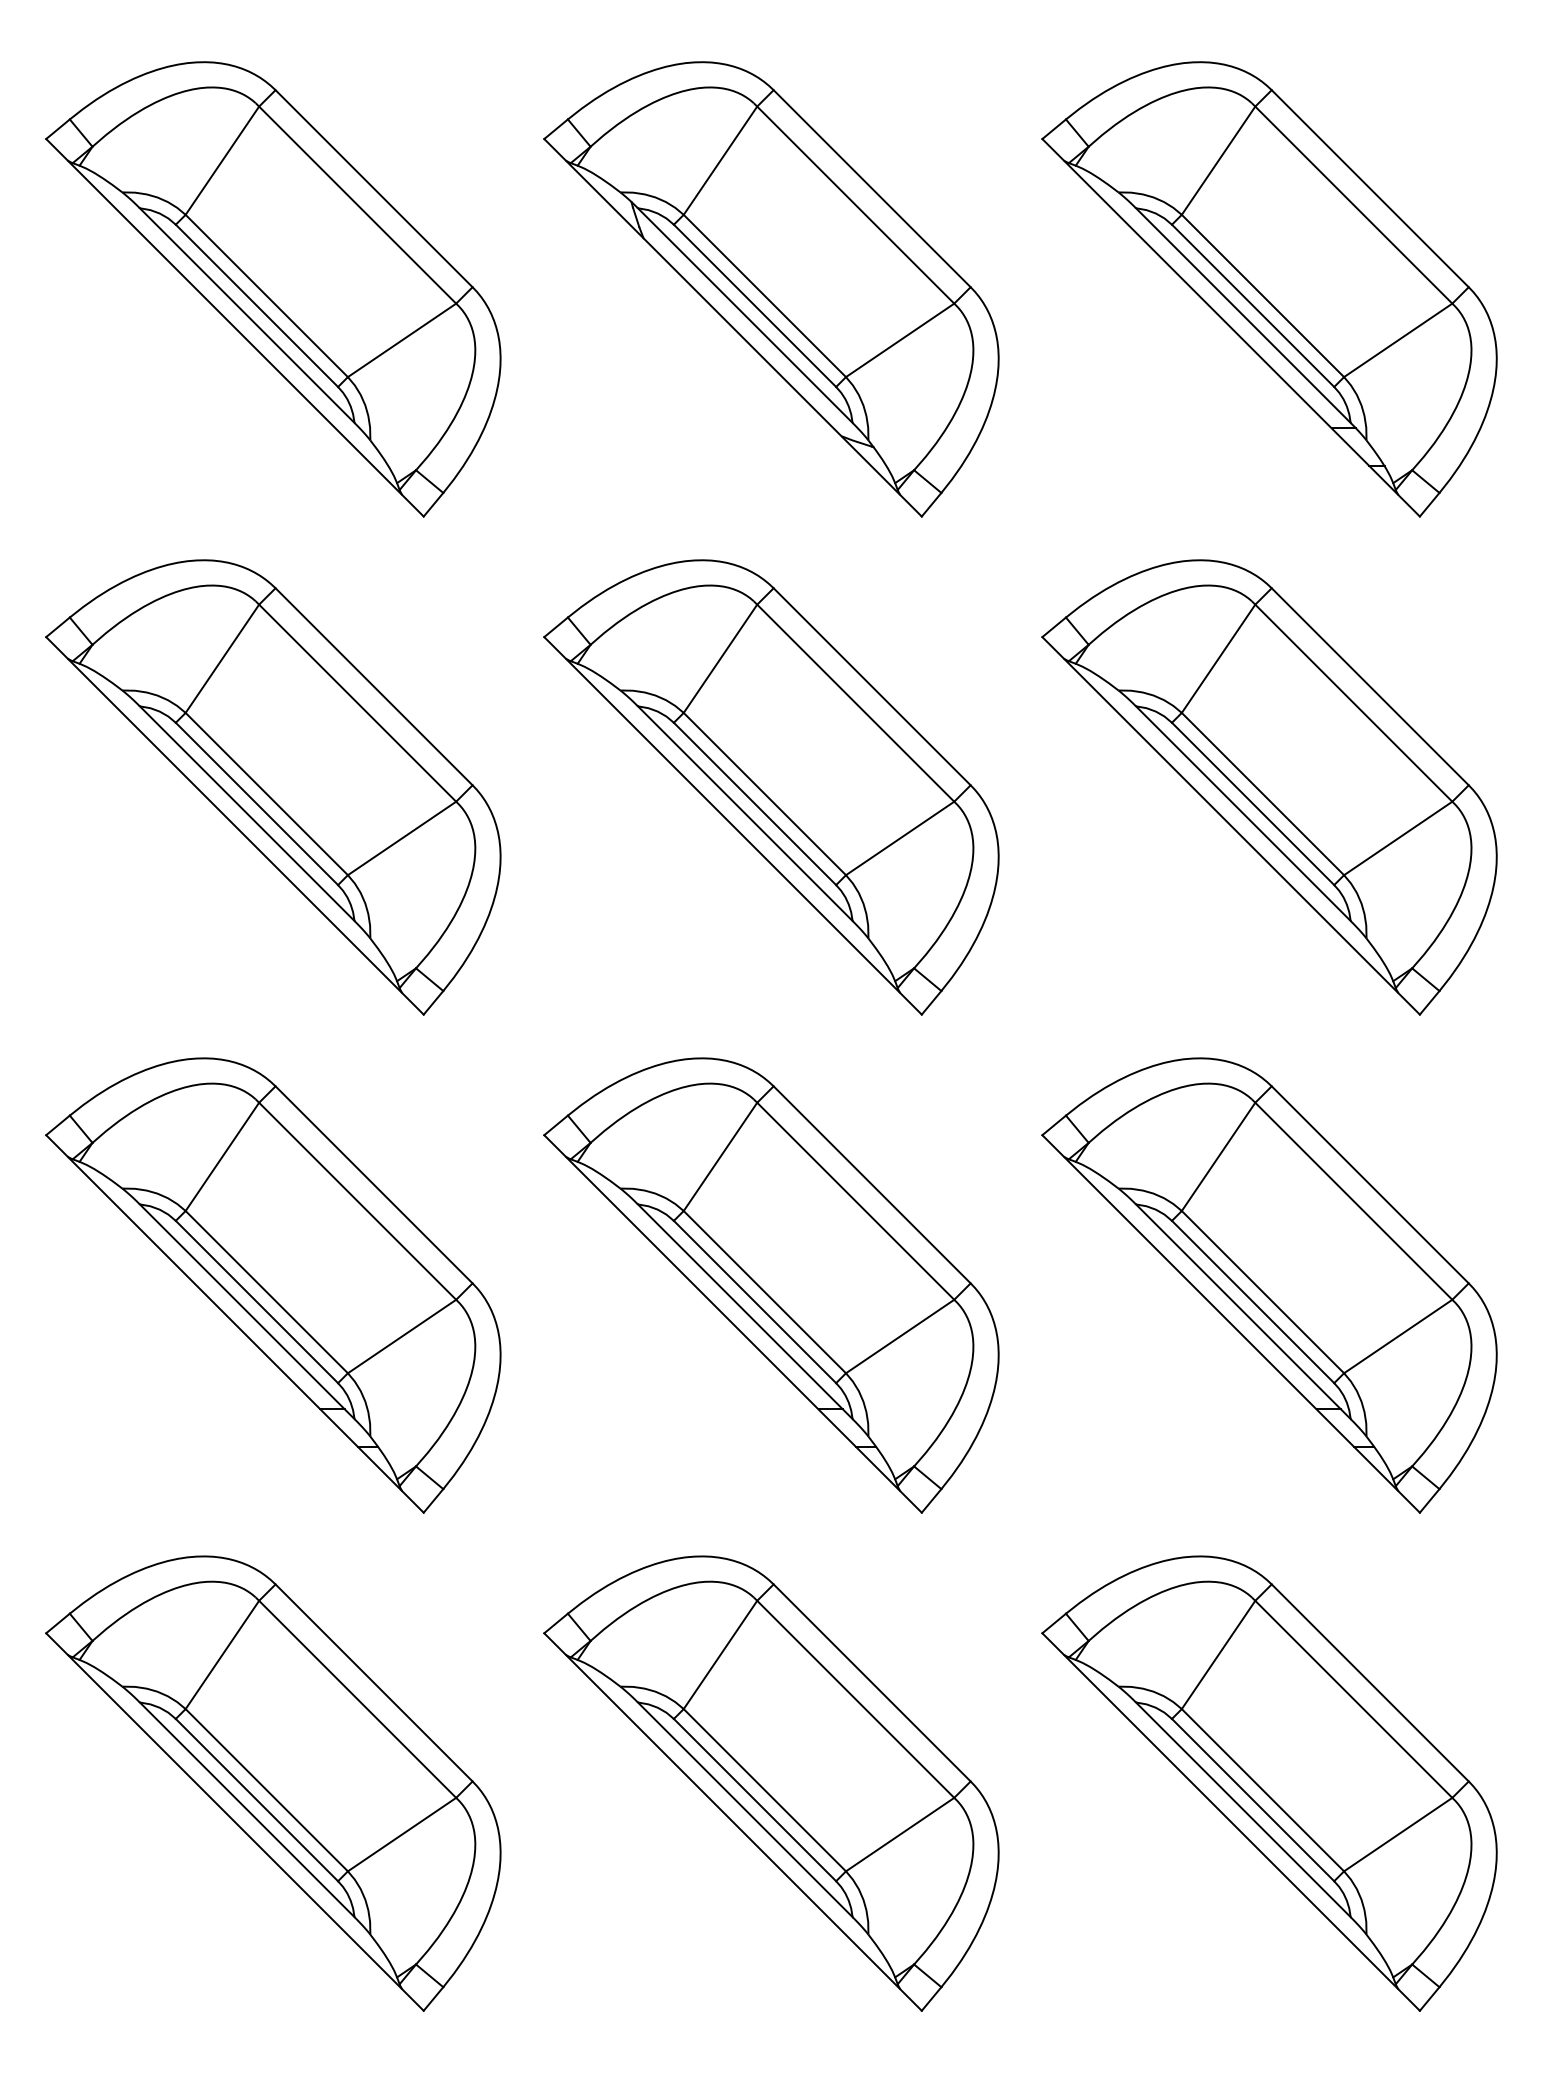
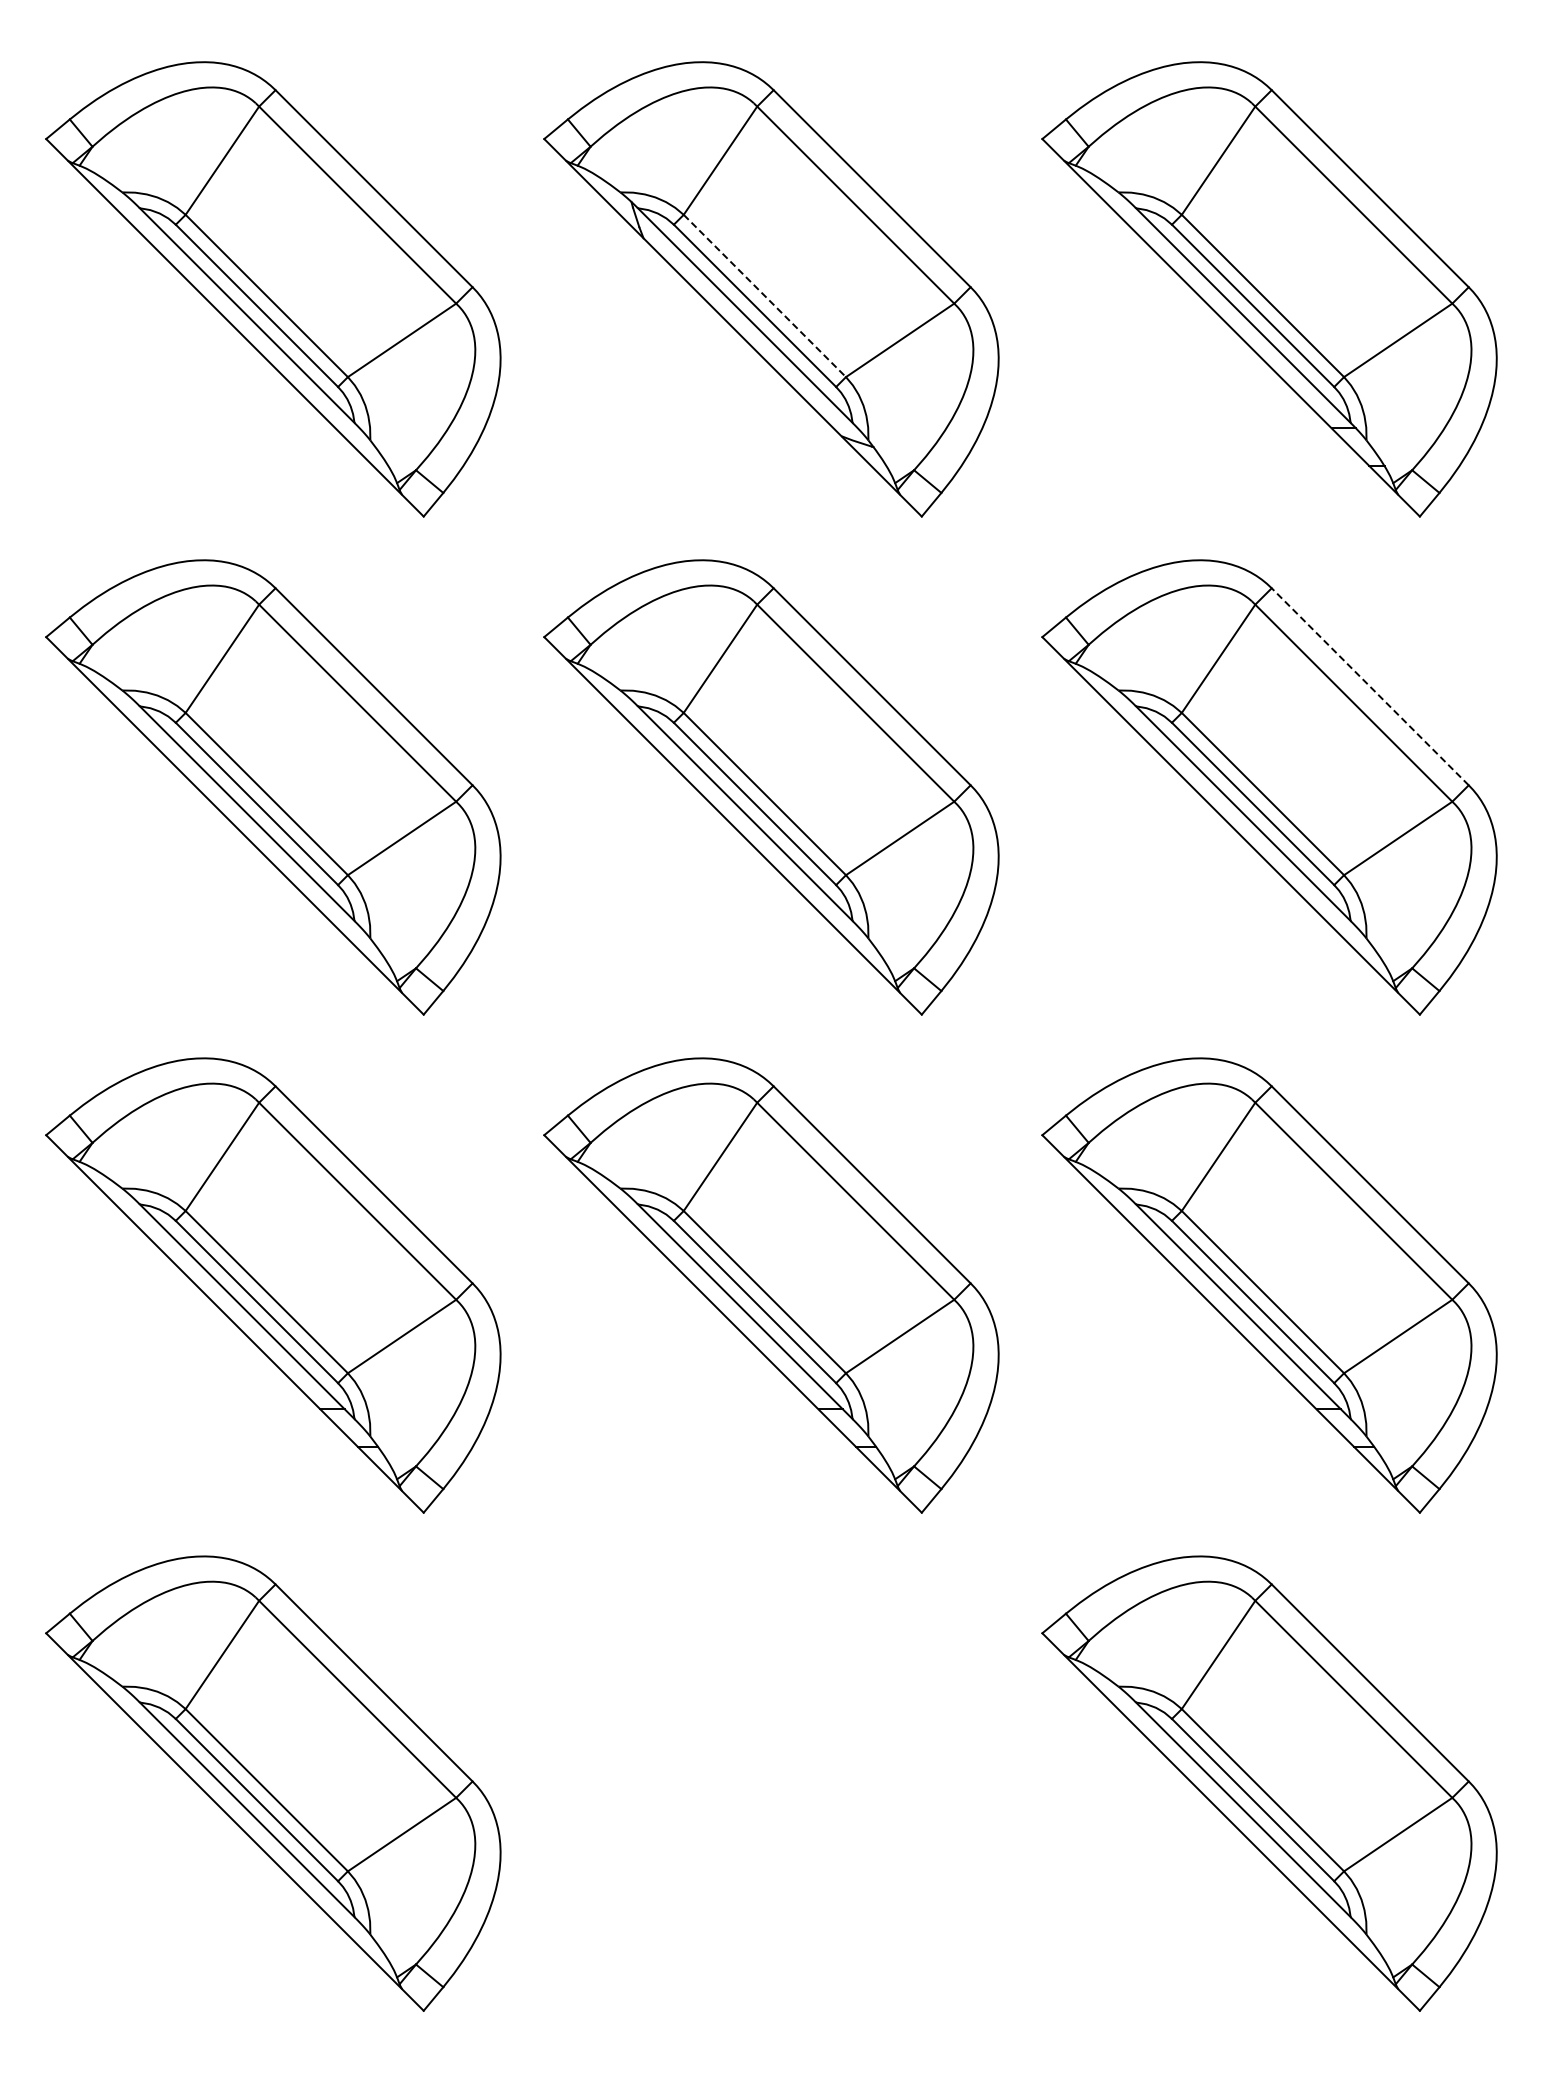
line at (764, 295): solid -> dashed
line at (1369, 686): solid -> dashed
part at (771, 1783): present -> none
